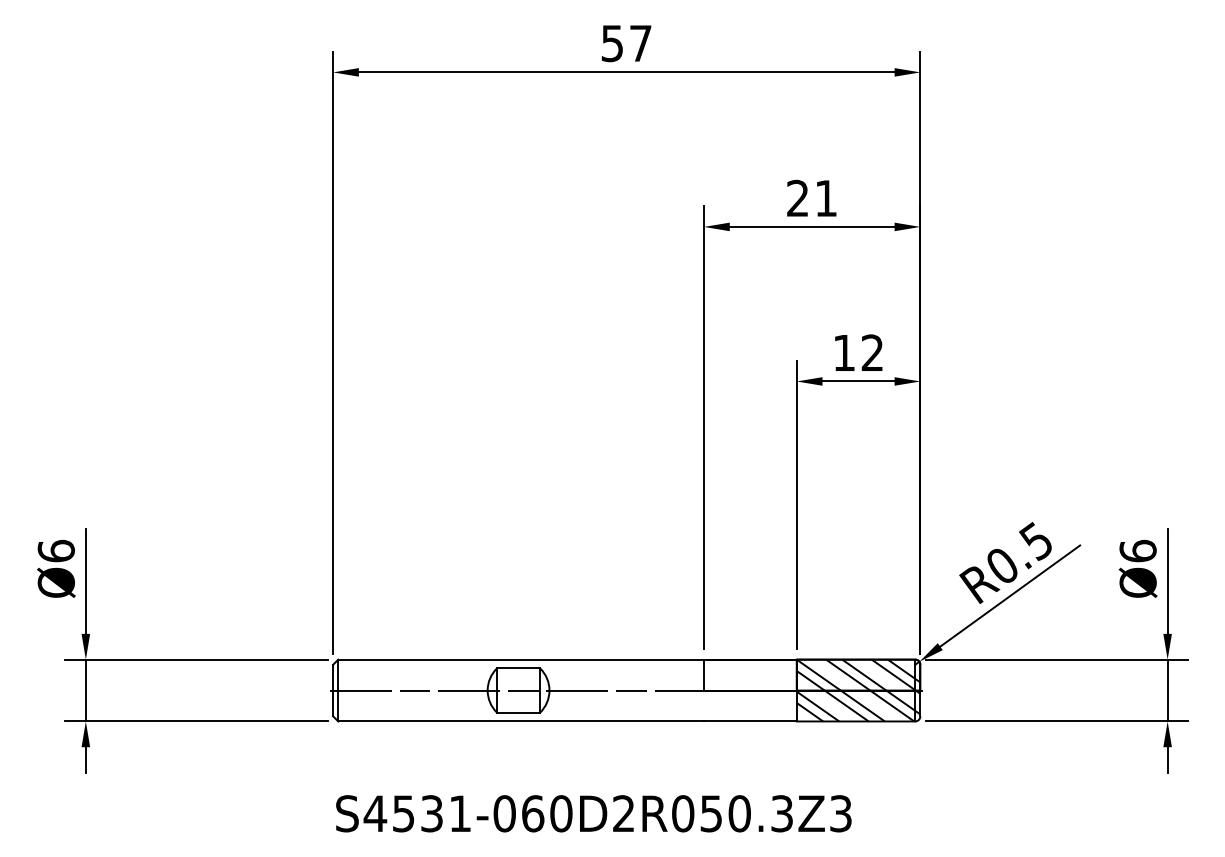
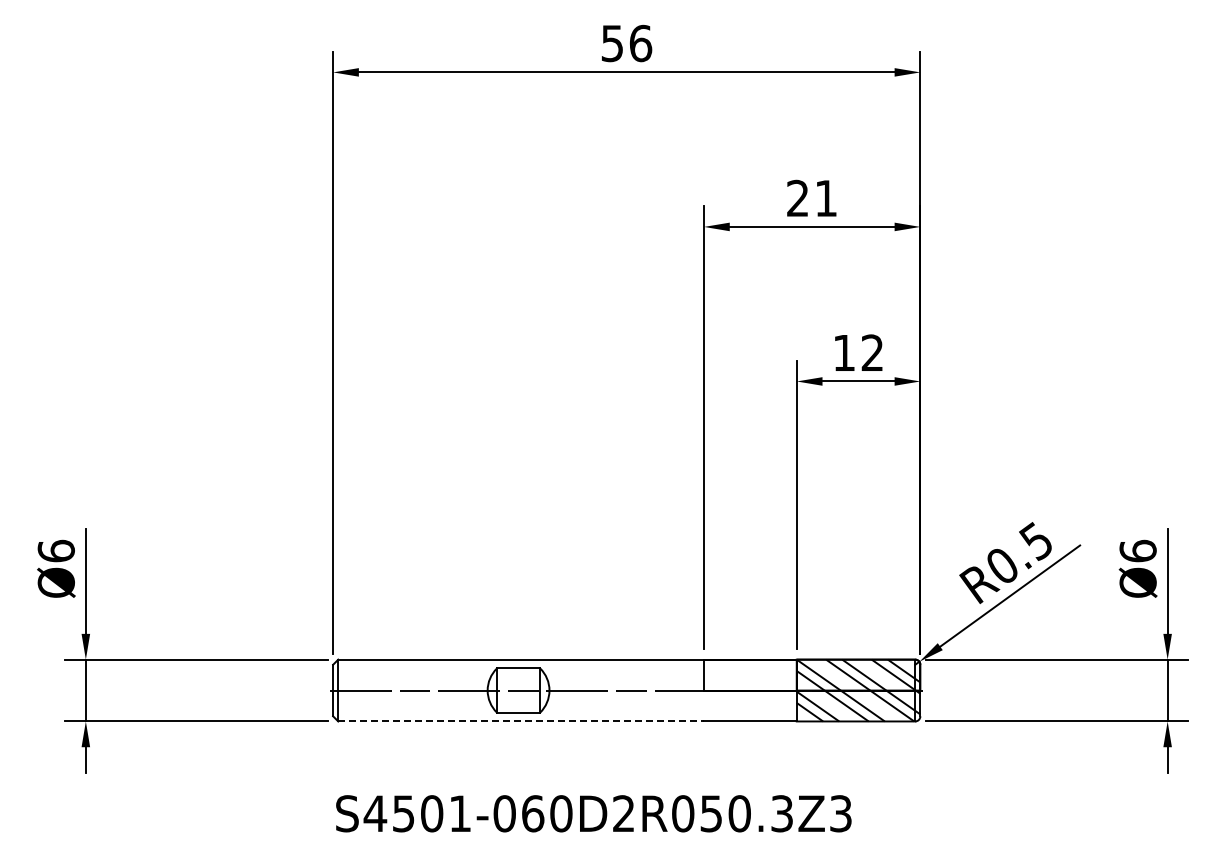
text at (640, 43): 57 -> 56
line at (521, 721): solid -> dashed
text at (432, 813): S4531-060D2R050.3Z3 -> S4501-060D2R050.3Z3
